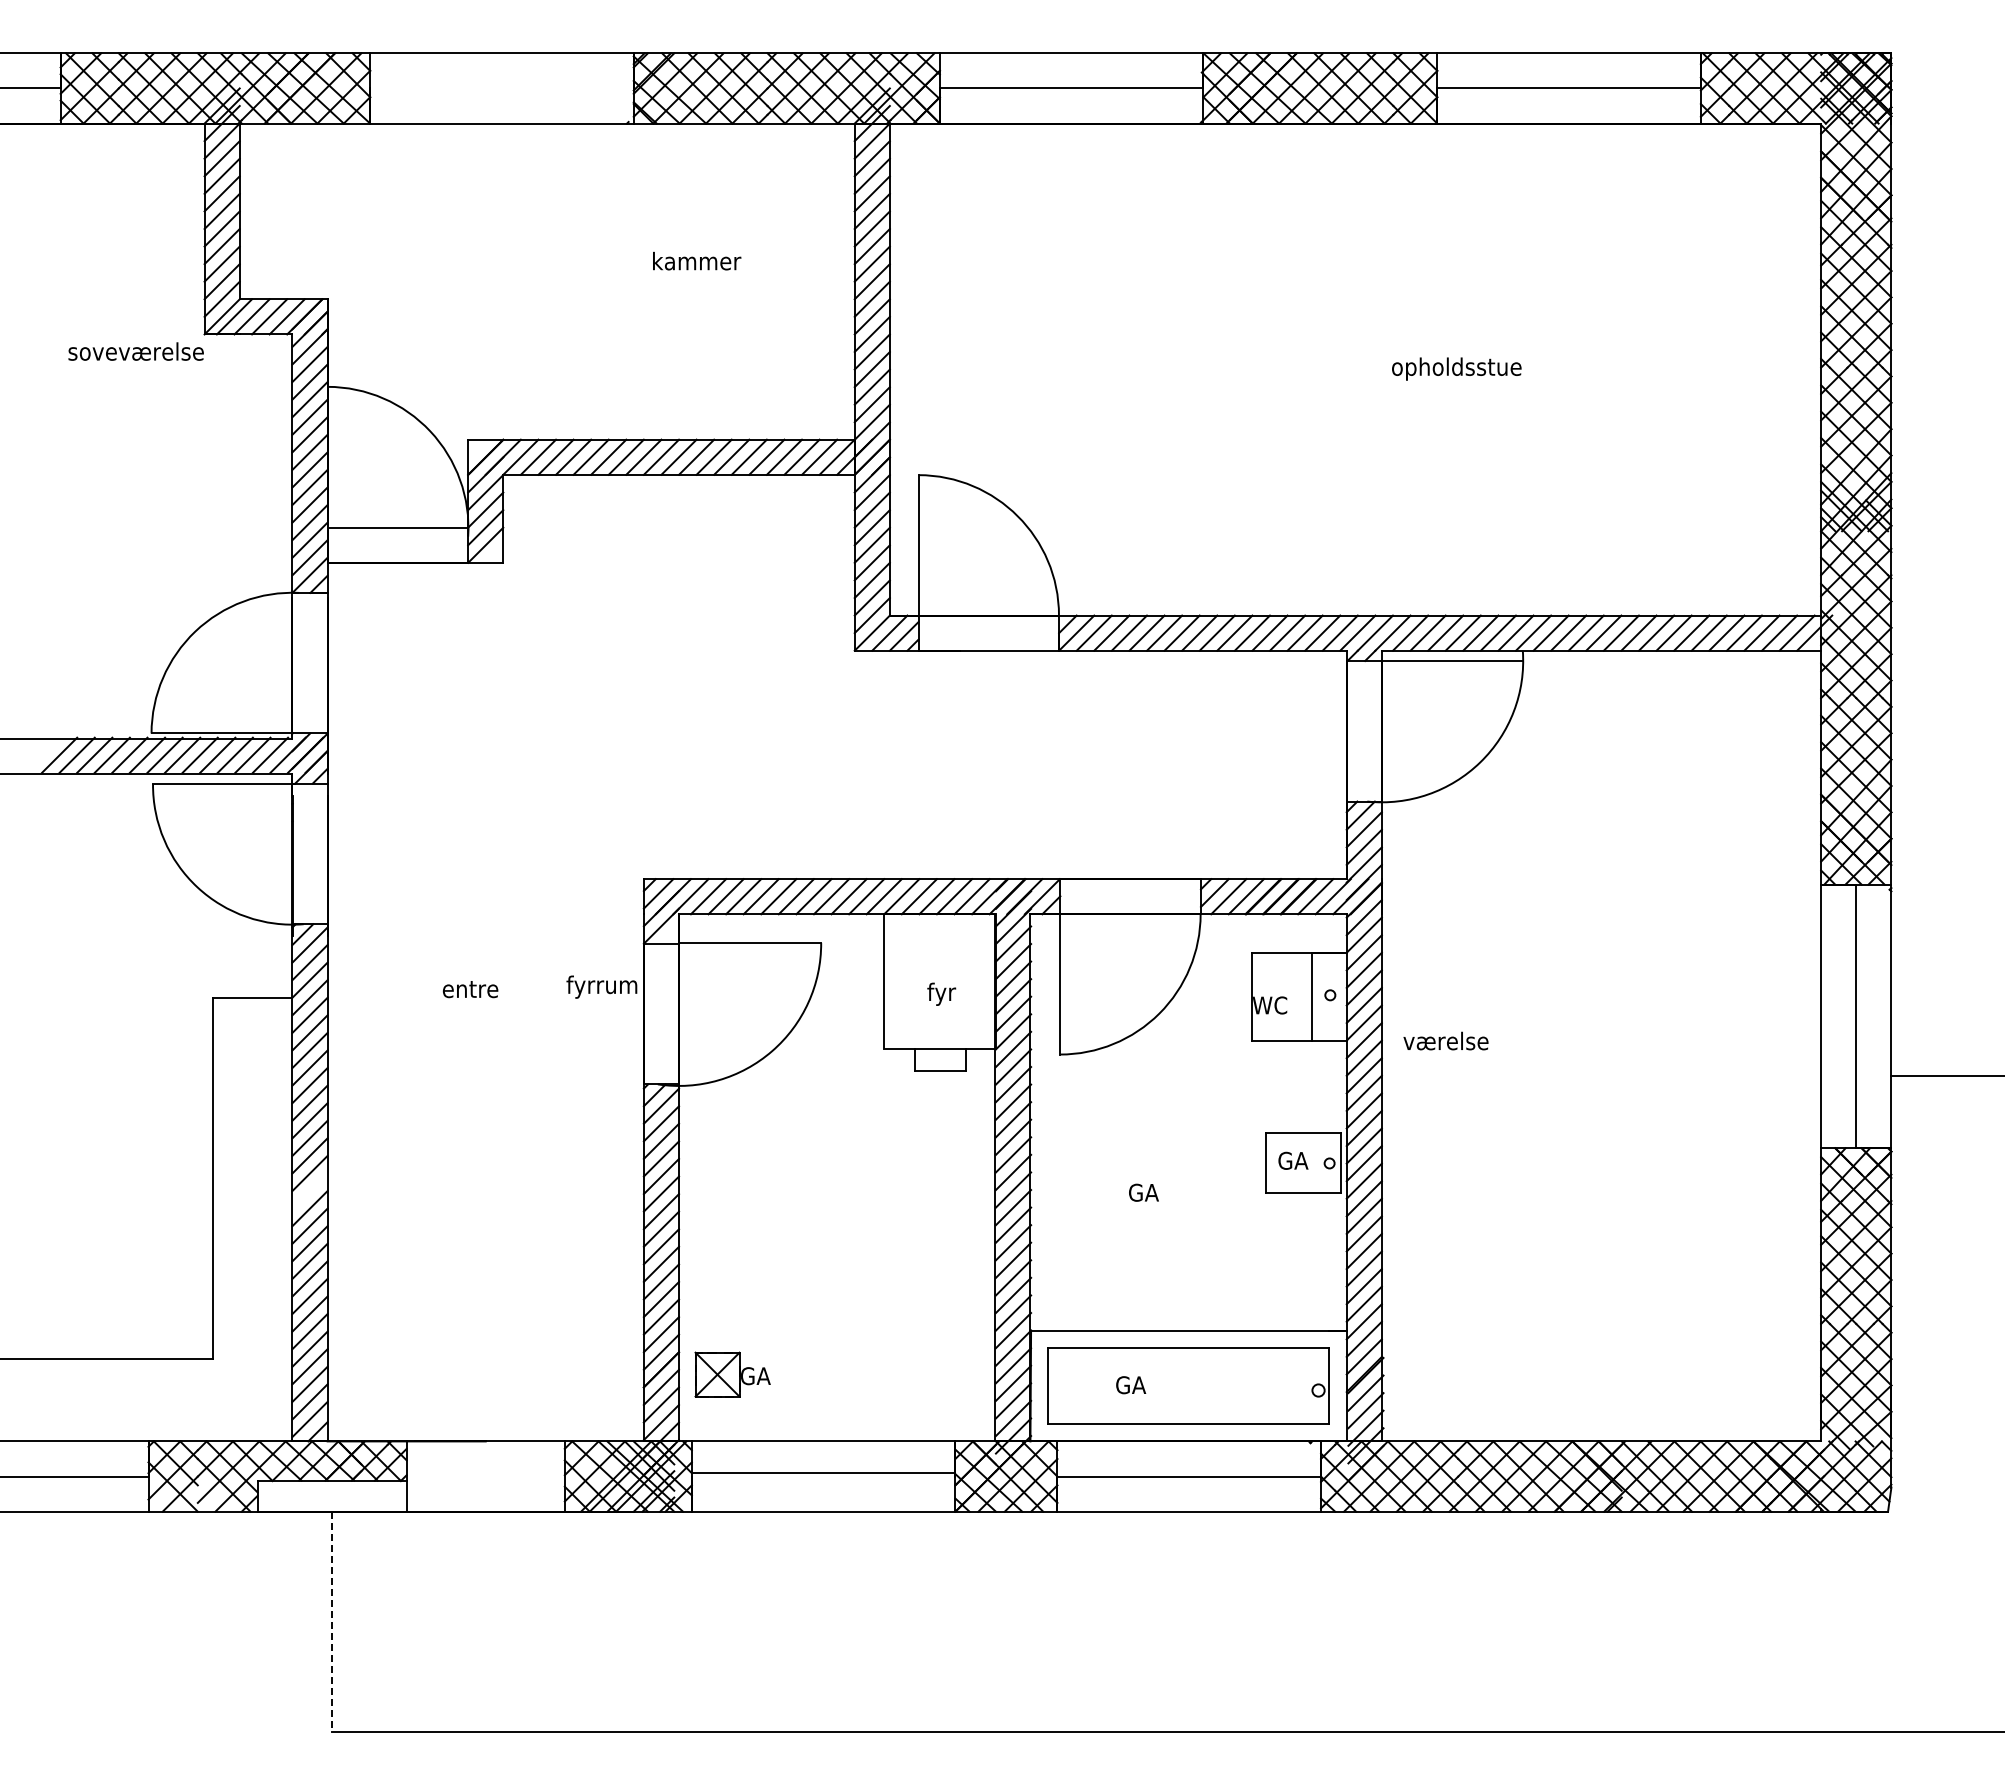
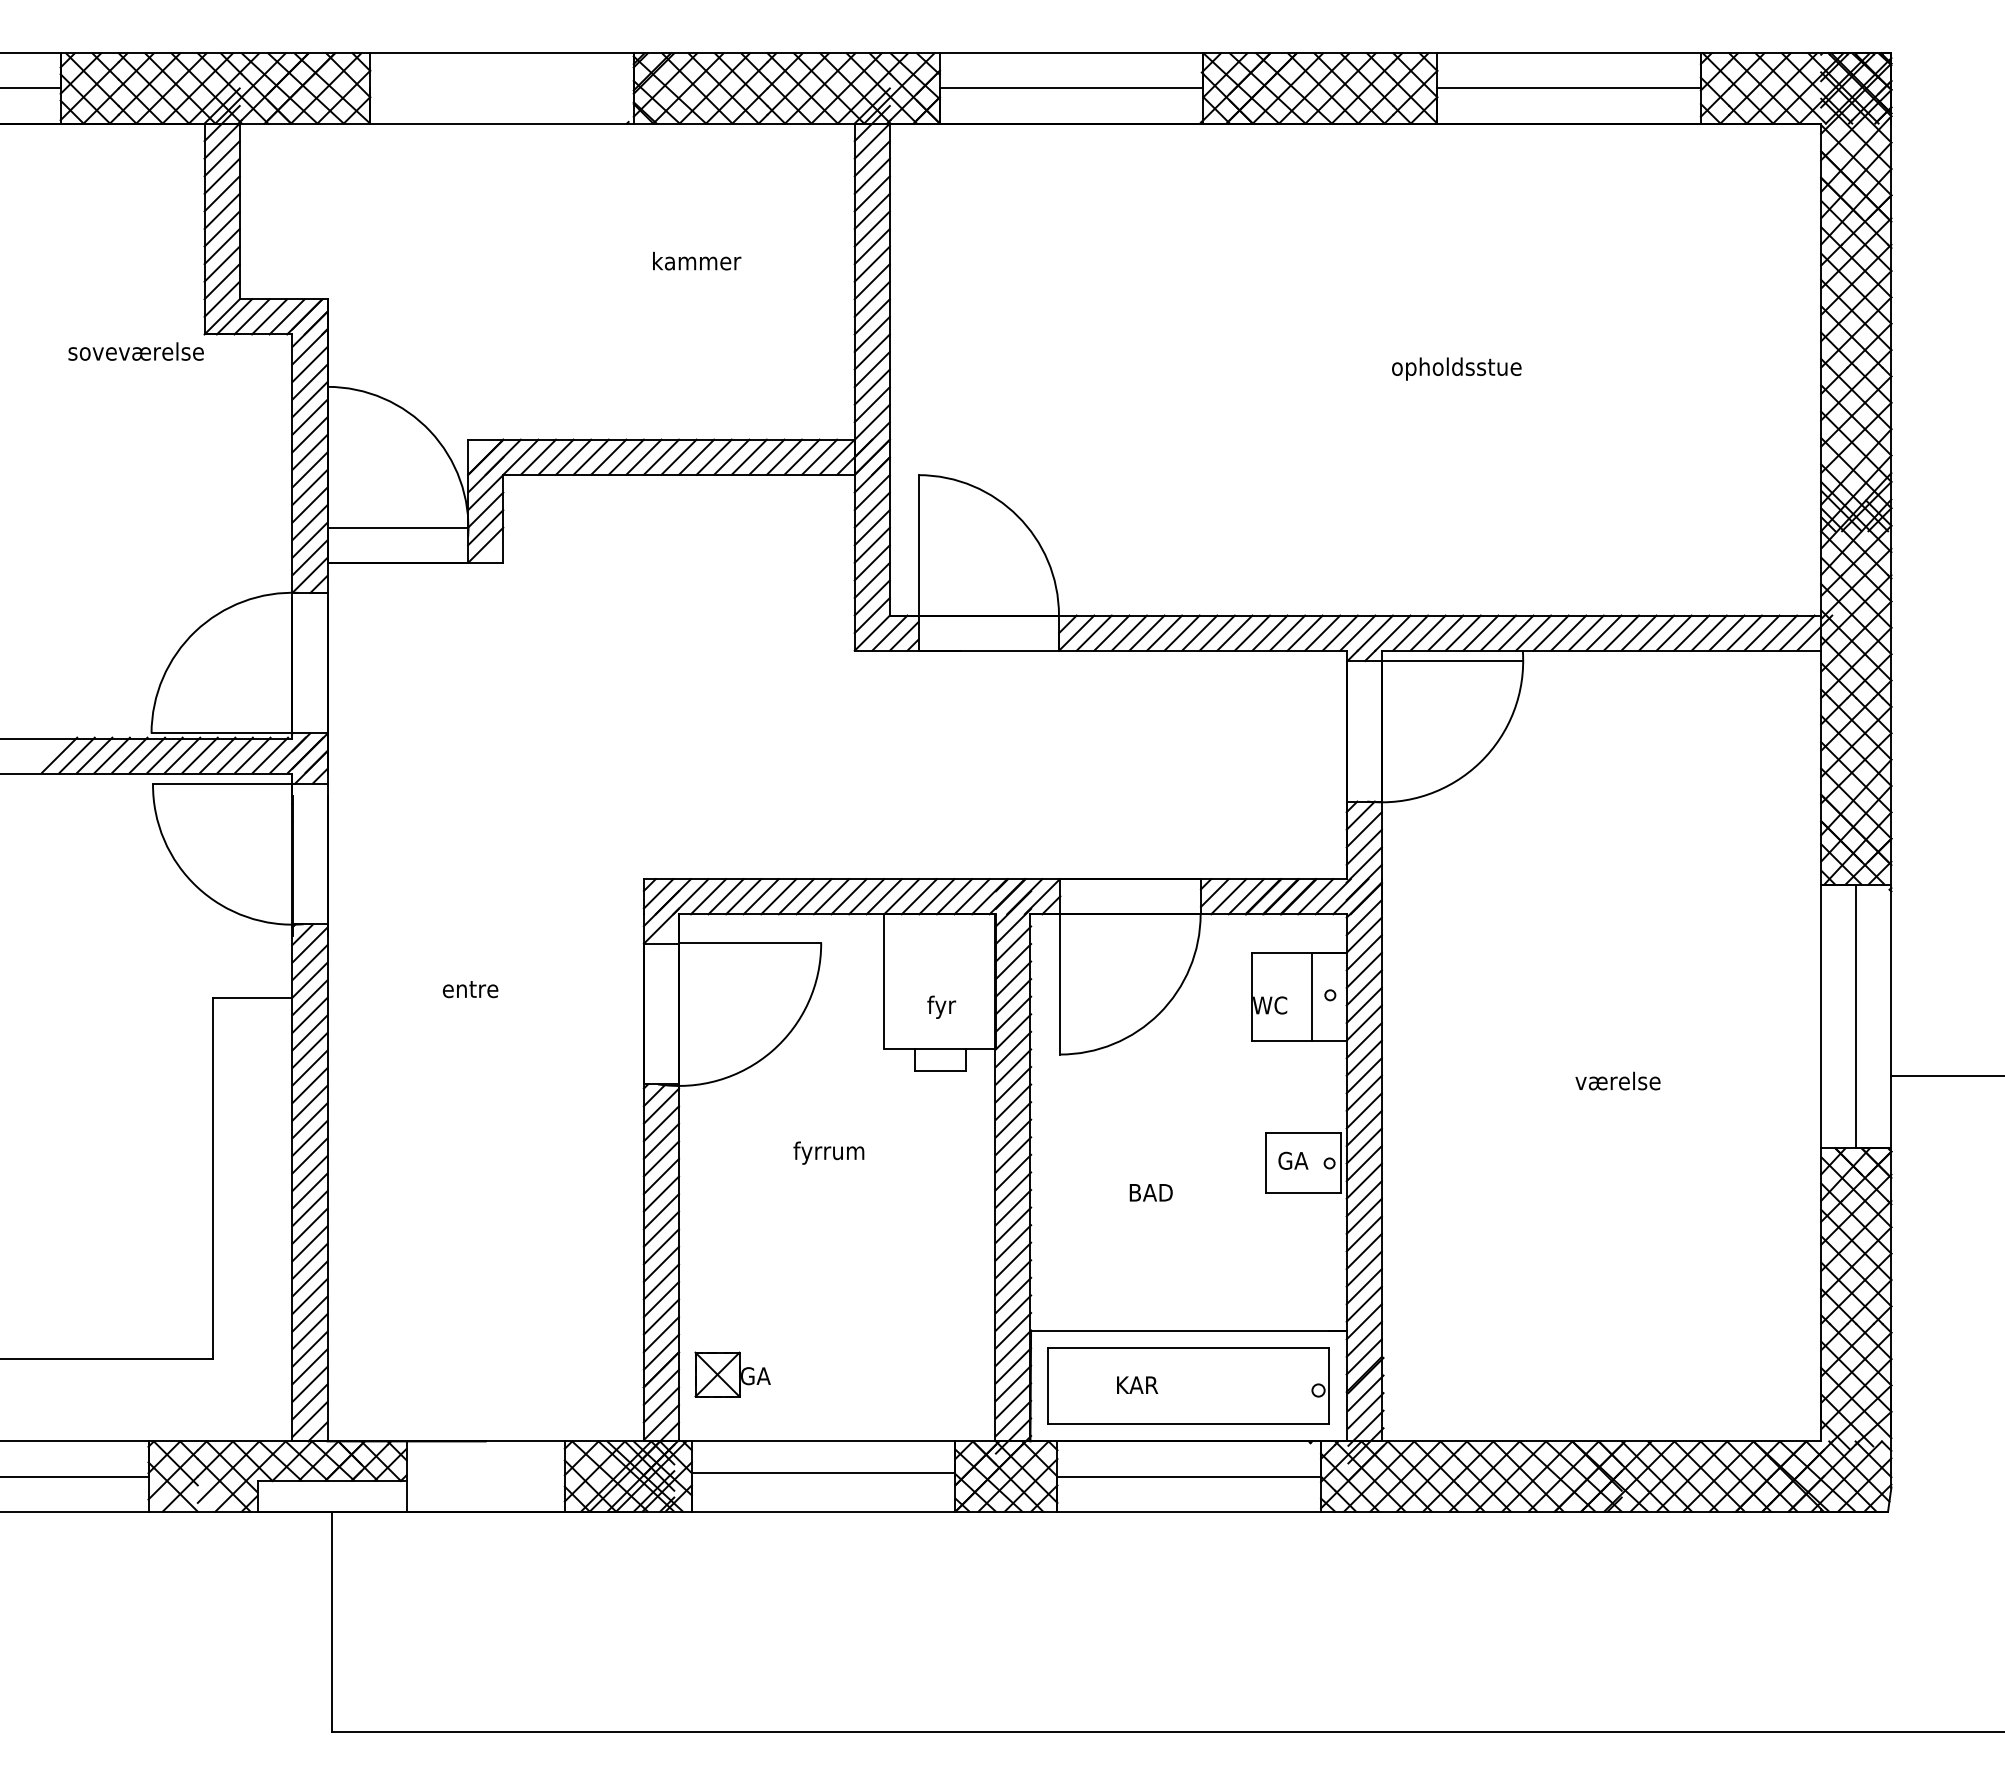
text at (601, 986) position: (601, 986) -> (828, 1152)
text at (941, 993) position: (941, 993) -> (941, 1006)
text at (1445, 1040) position: (1445, 1040) -> (1617, 1080)
line at (309, 1190): none -> present
text at (1150, 1192): GA -> BAD
text at (1137, 1385): GA -> KAR
line at (332, 1621): dashed -> solid
